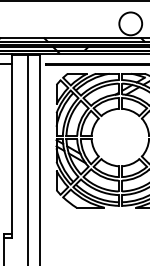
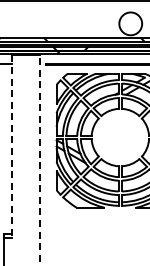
line at (11, 147): solid -> dashed
line at (27, 158): present -> none
line at (40, 160): solid -> dashed
